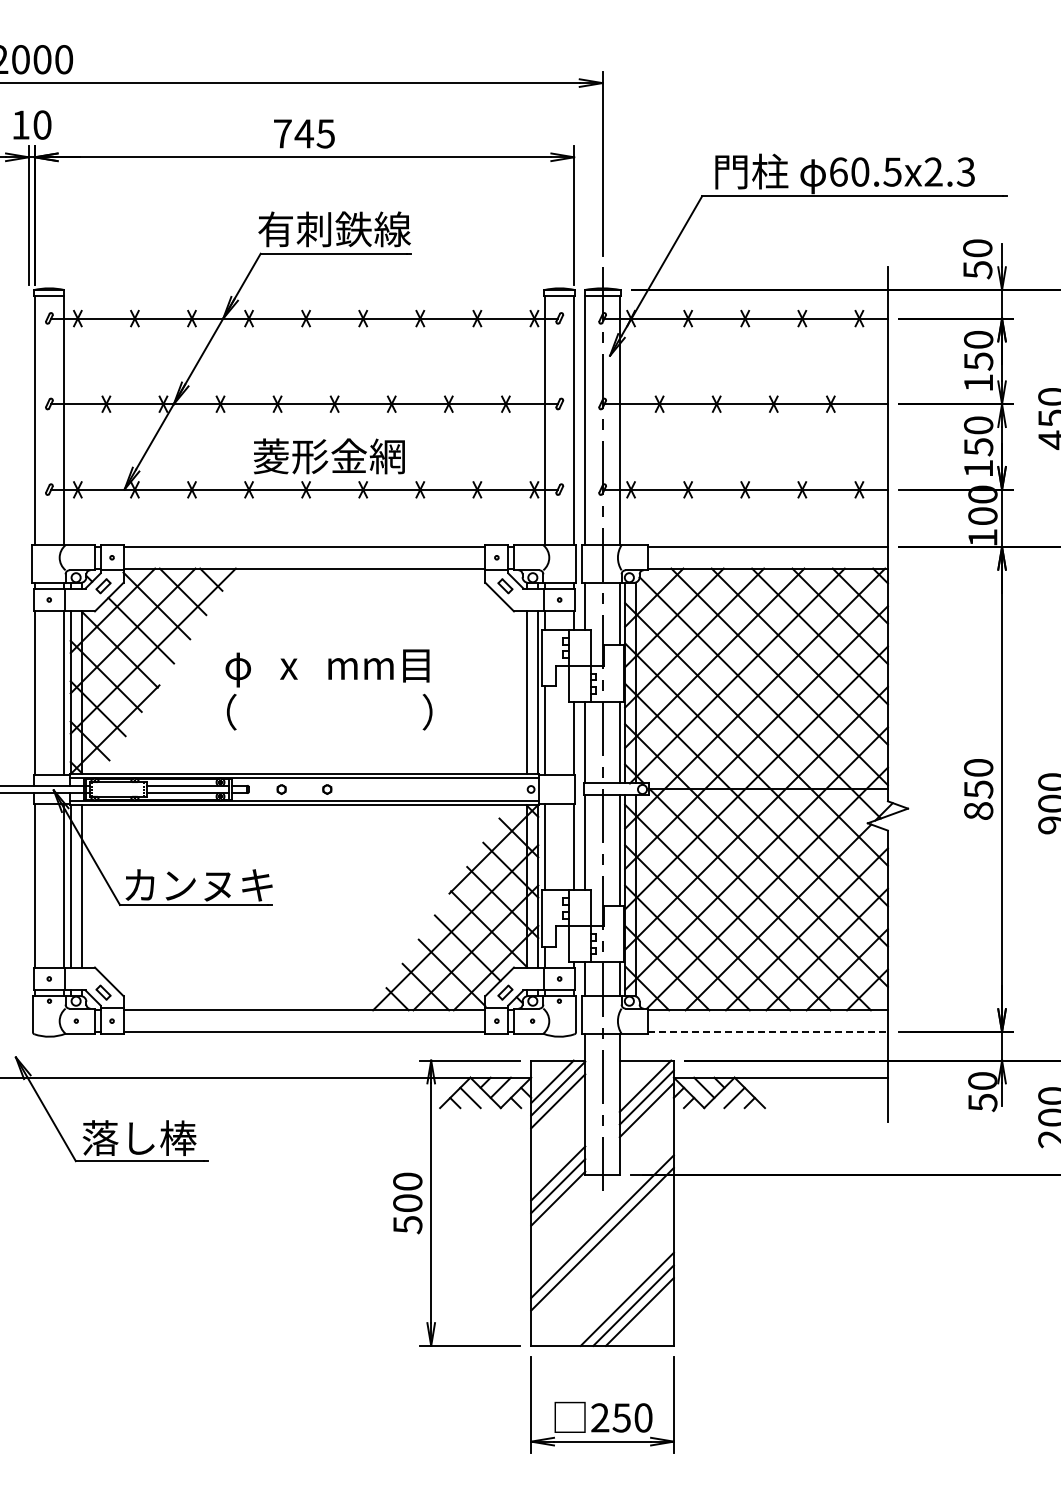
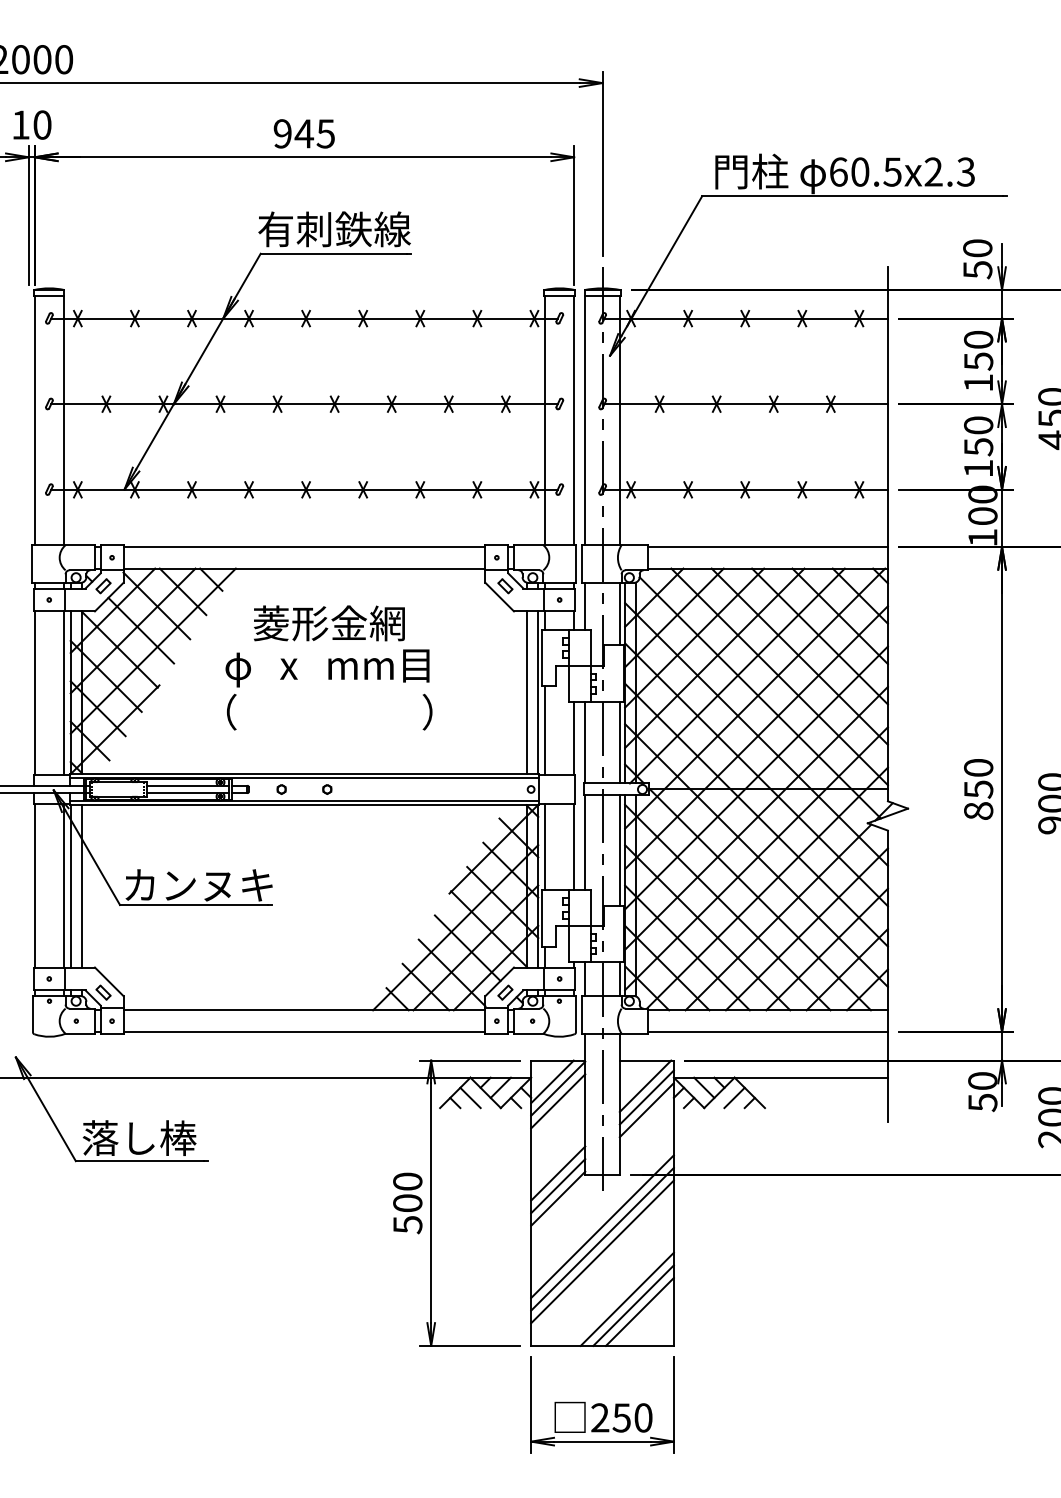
text at (282, 133): 745 -> 945
text at (329, 456) position: (329, 456) -> (329, 623)
line at (768, 1032): dashed -> solid
line at (602, 1251): none -> present
